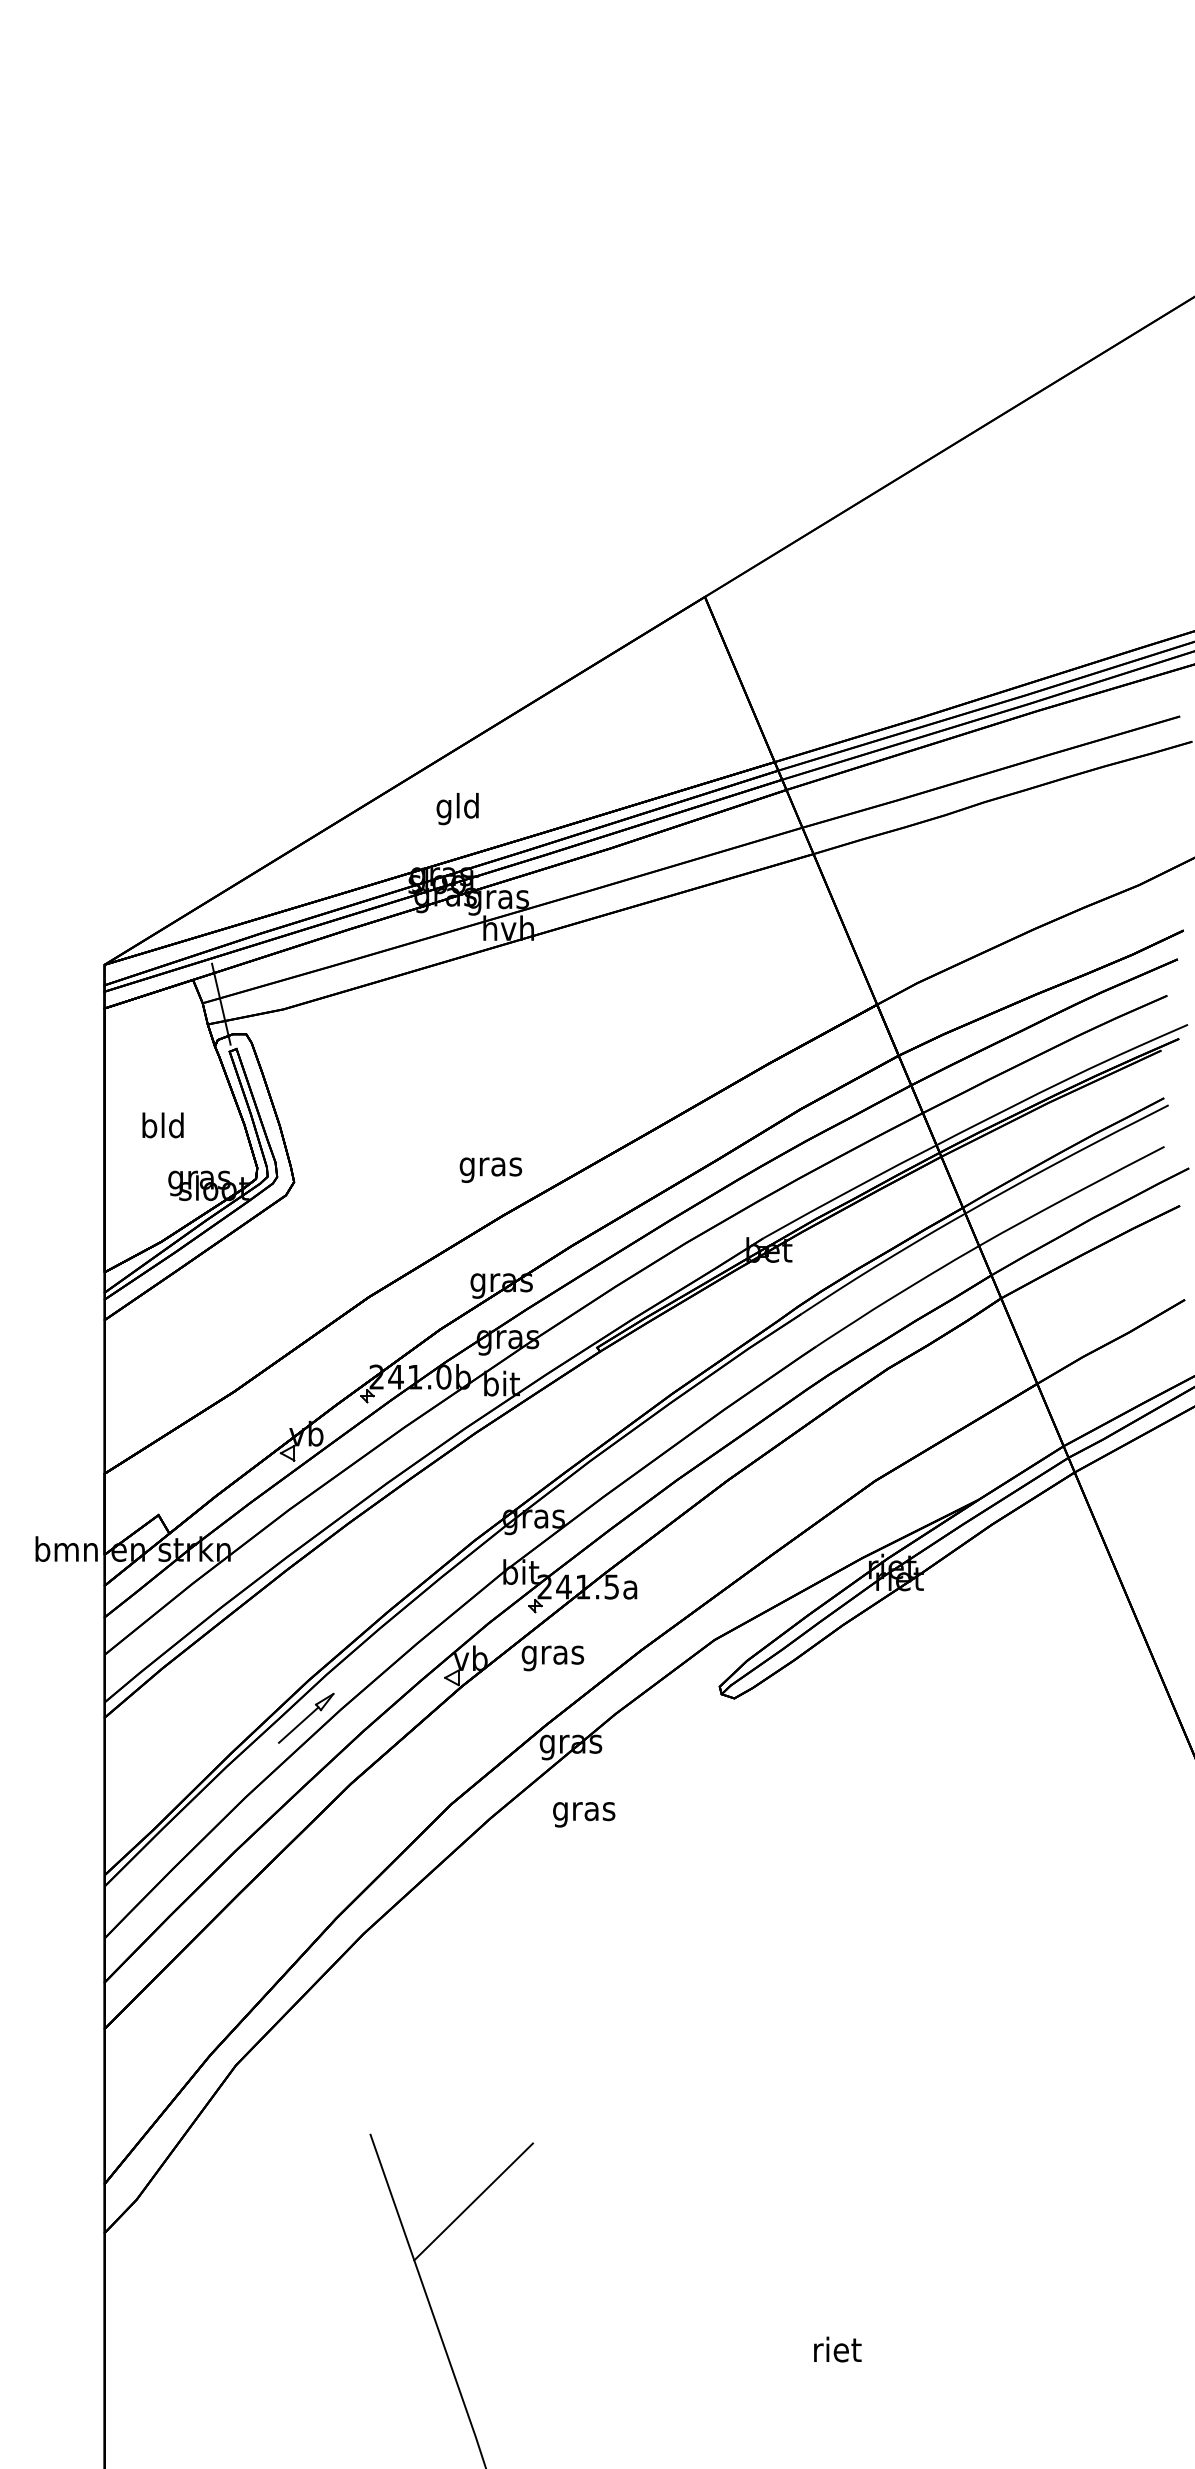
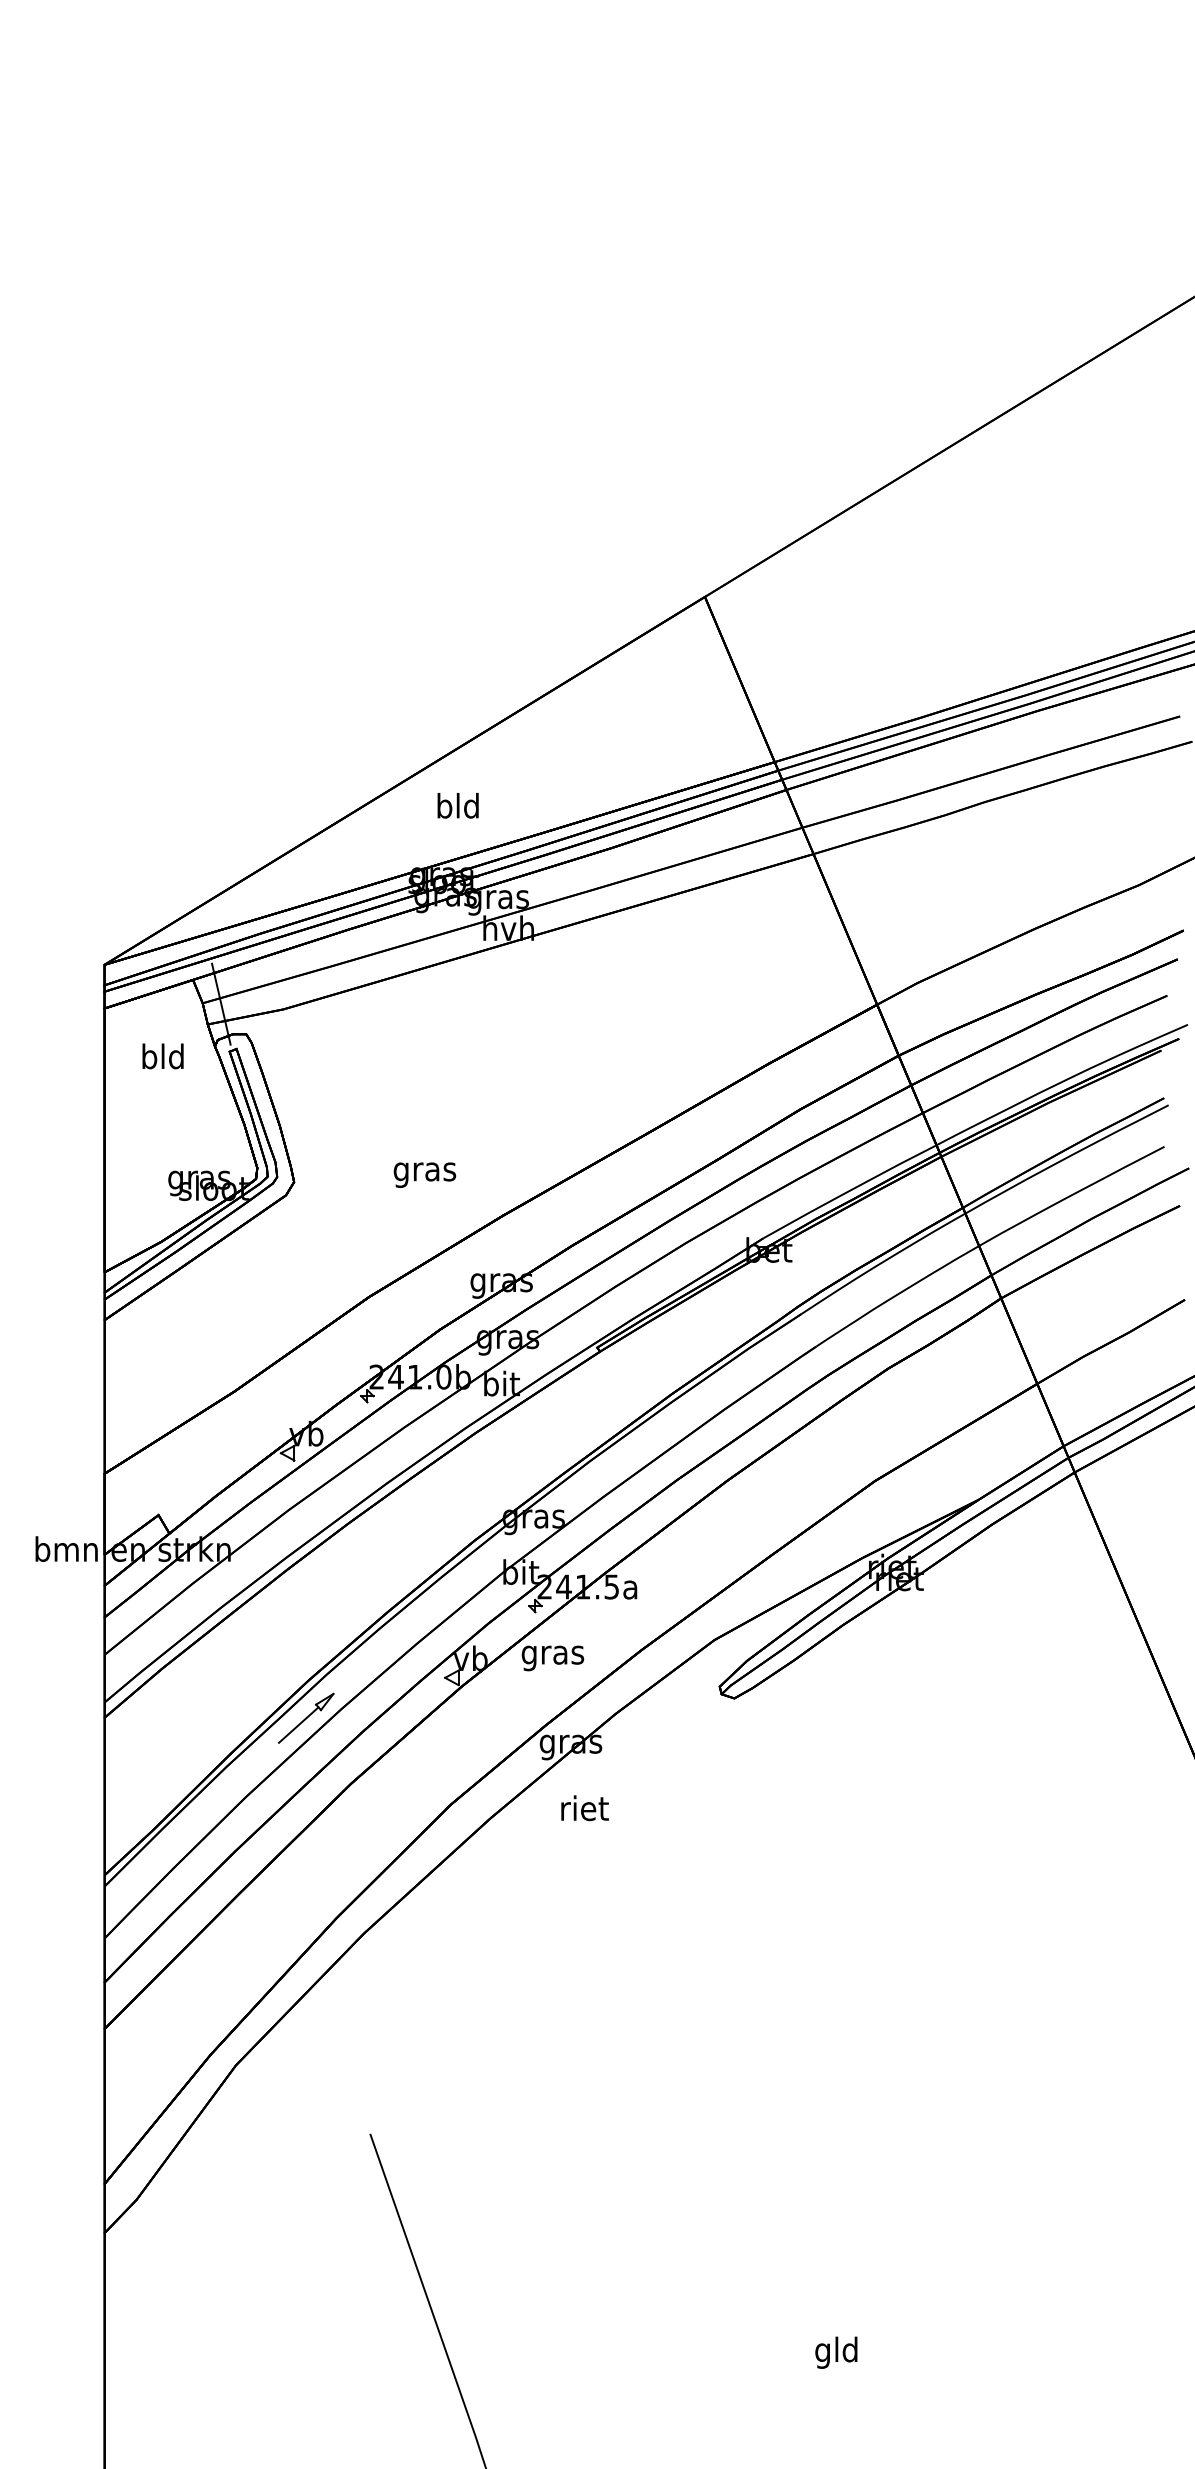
text at (444, 809): gld -> bld
text at (162, 1125) position: (162, 1125) -> (162, 1056)
text at (490, 1169) position: (490, 1169) -> (424, 1174)
text at (584, 1811): gras -> riet
line at (473, 2201): present -> none
text at (837, 2352): riet -> gld
